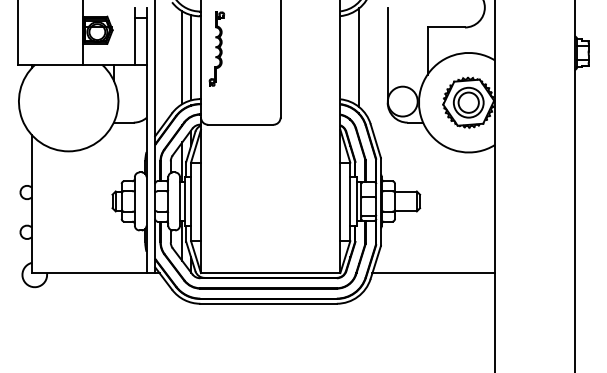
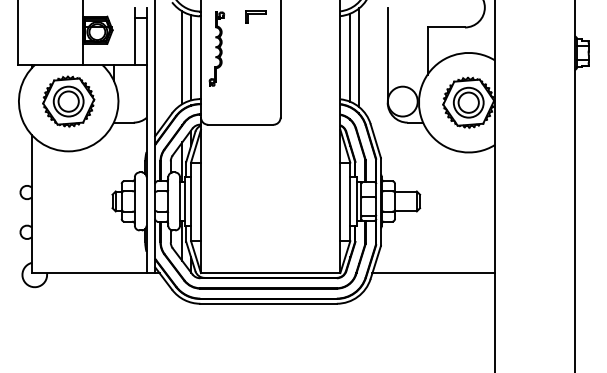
part at (255, 16): none -> present
line at (350, 57): none -> present
part at (68, 101): none -> present
